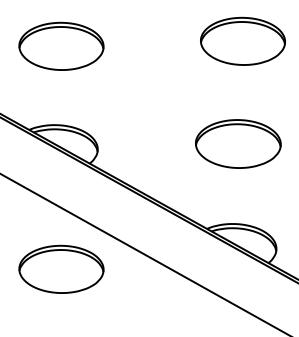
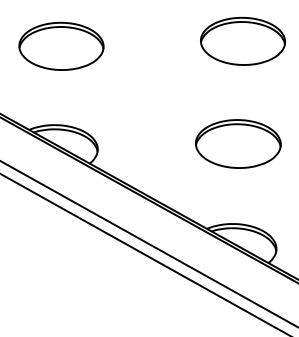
line at (148, 244): none -> present
part at (61, 268): present -> none
